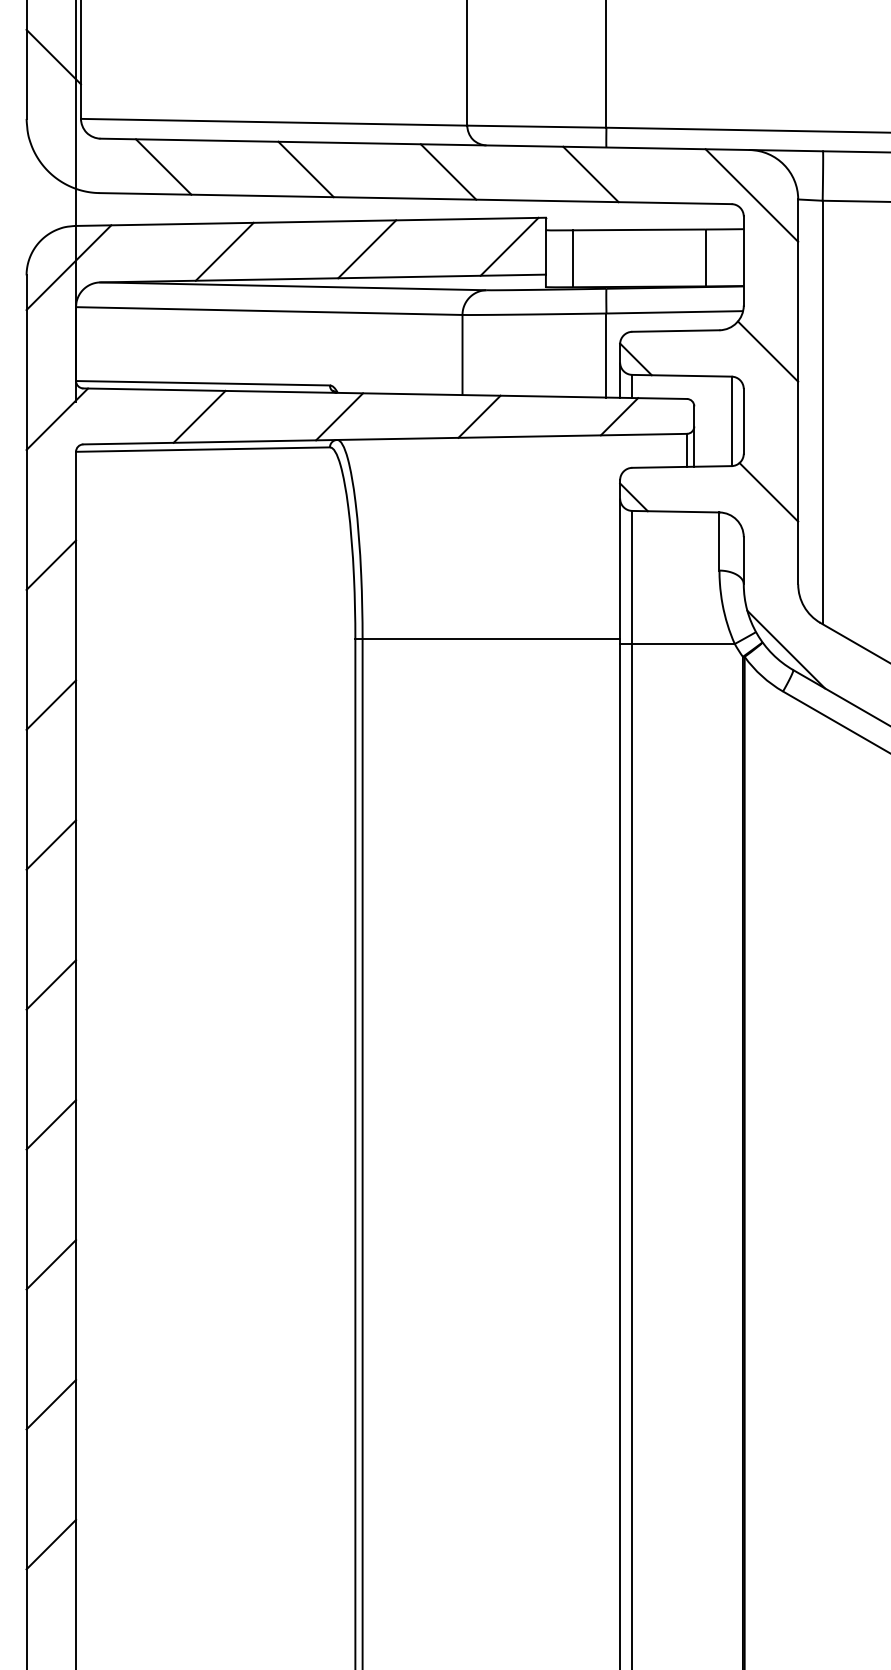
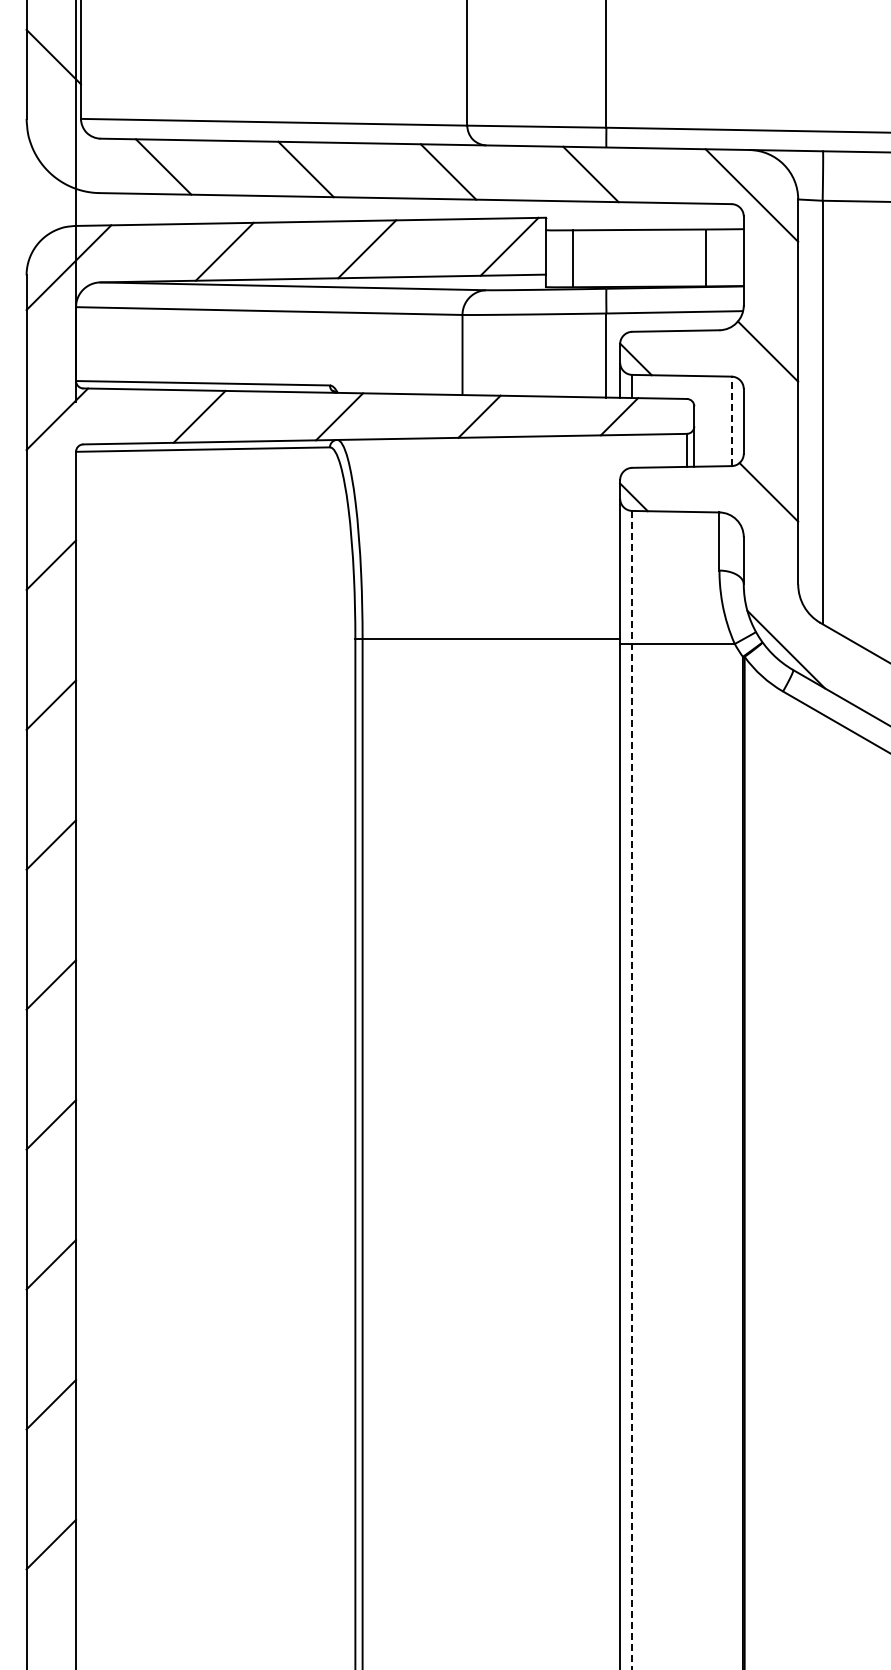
line at (731, 421): solid -> dashed
line at (632, 1090): solid -> dashed
